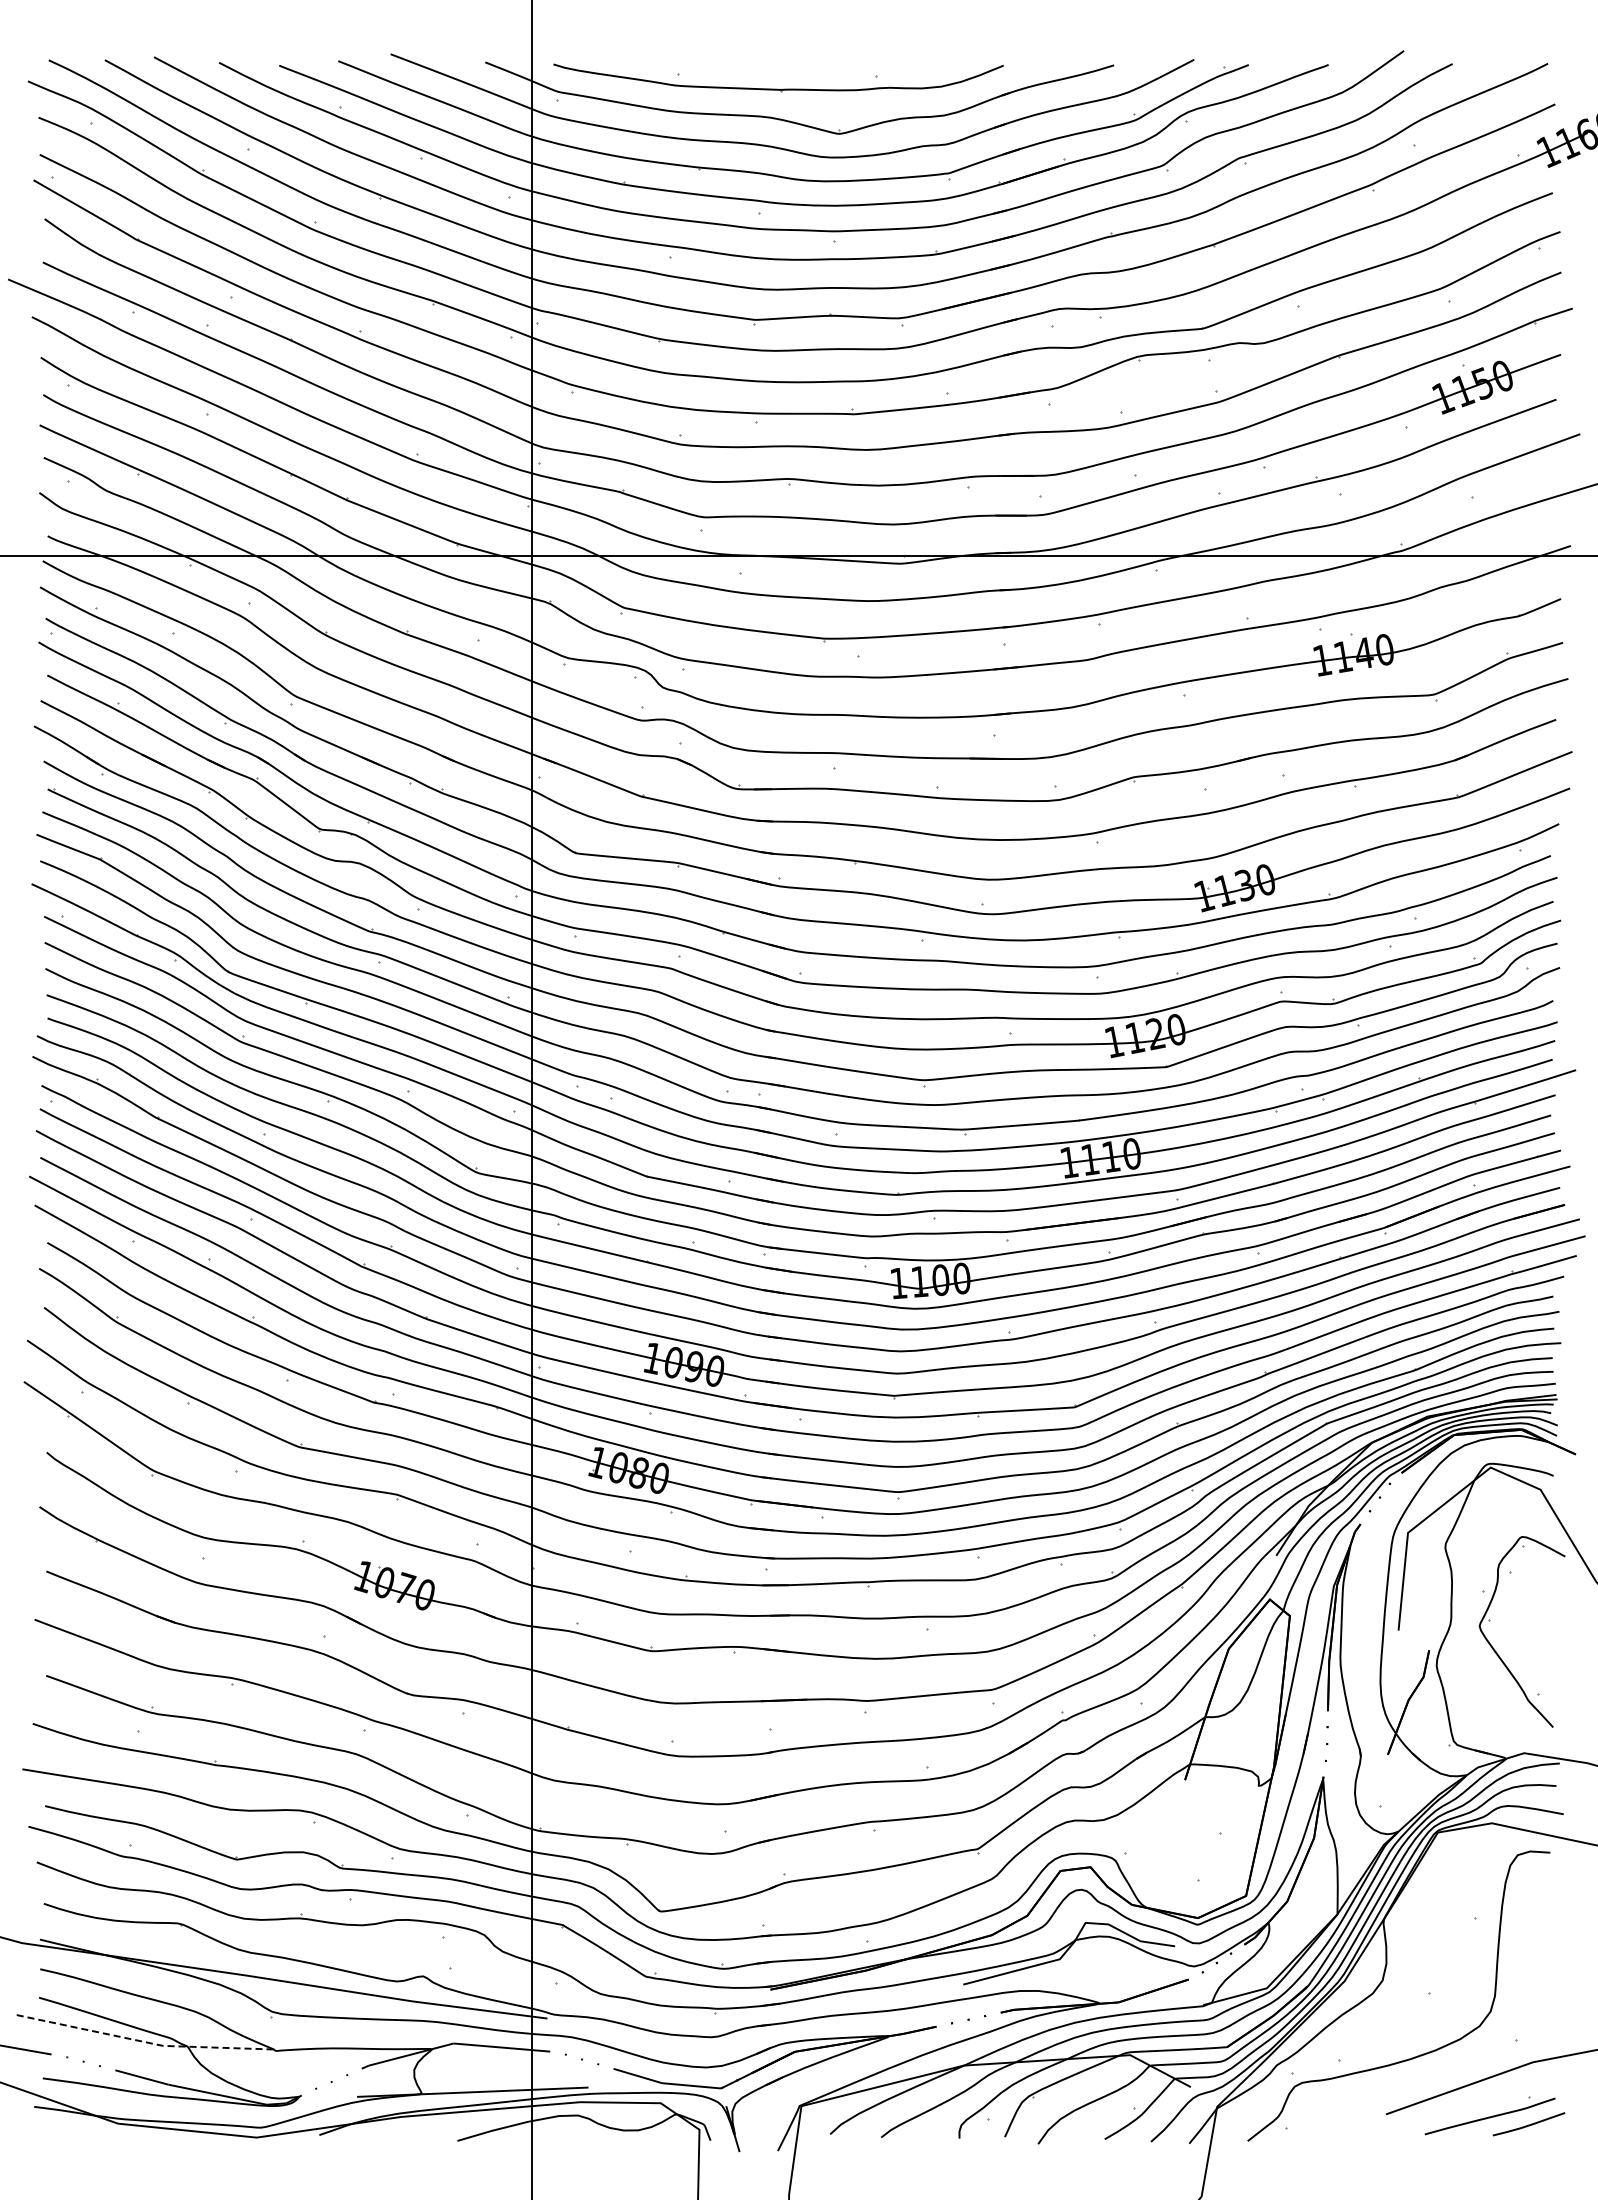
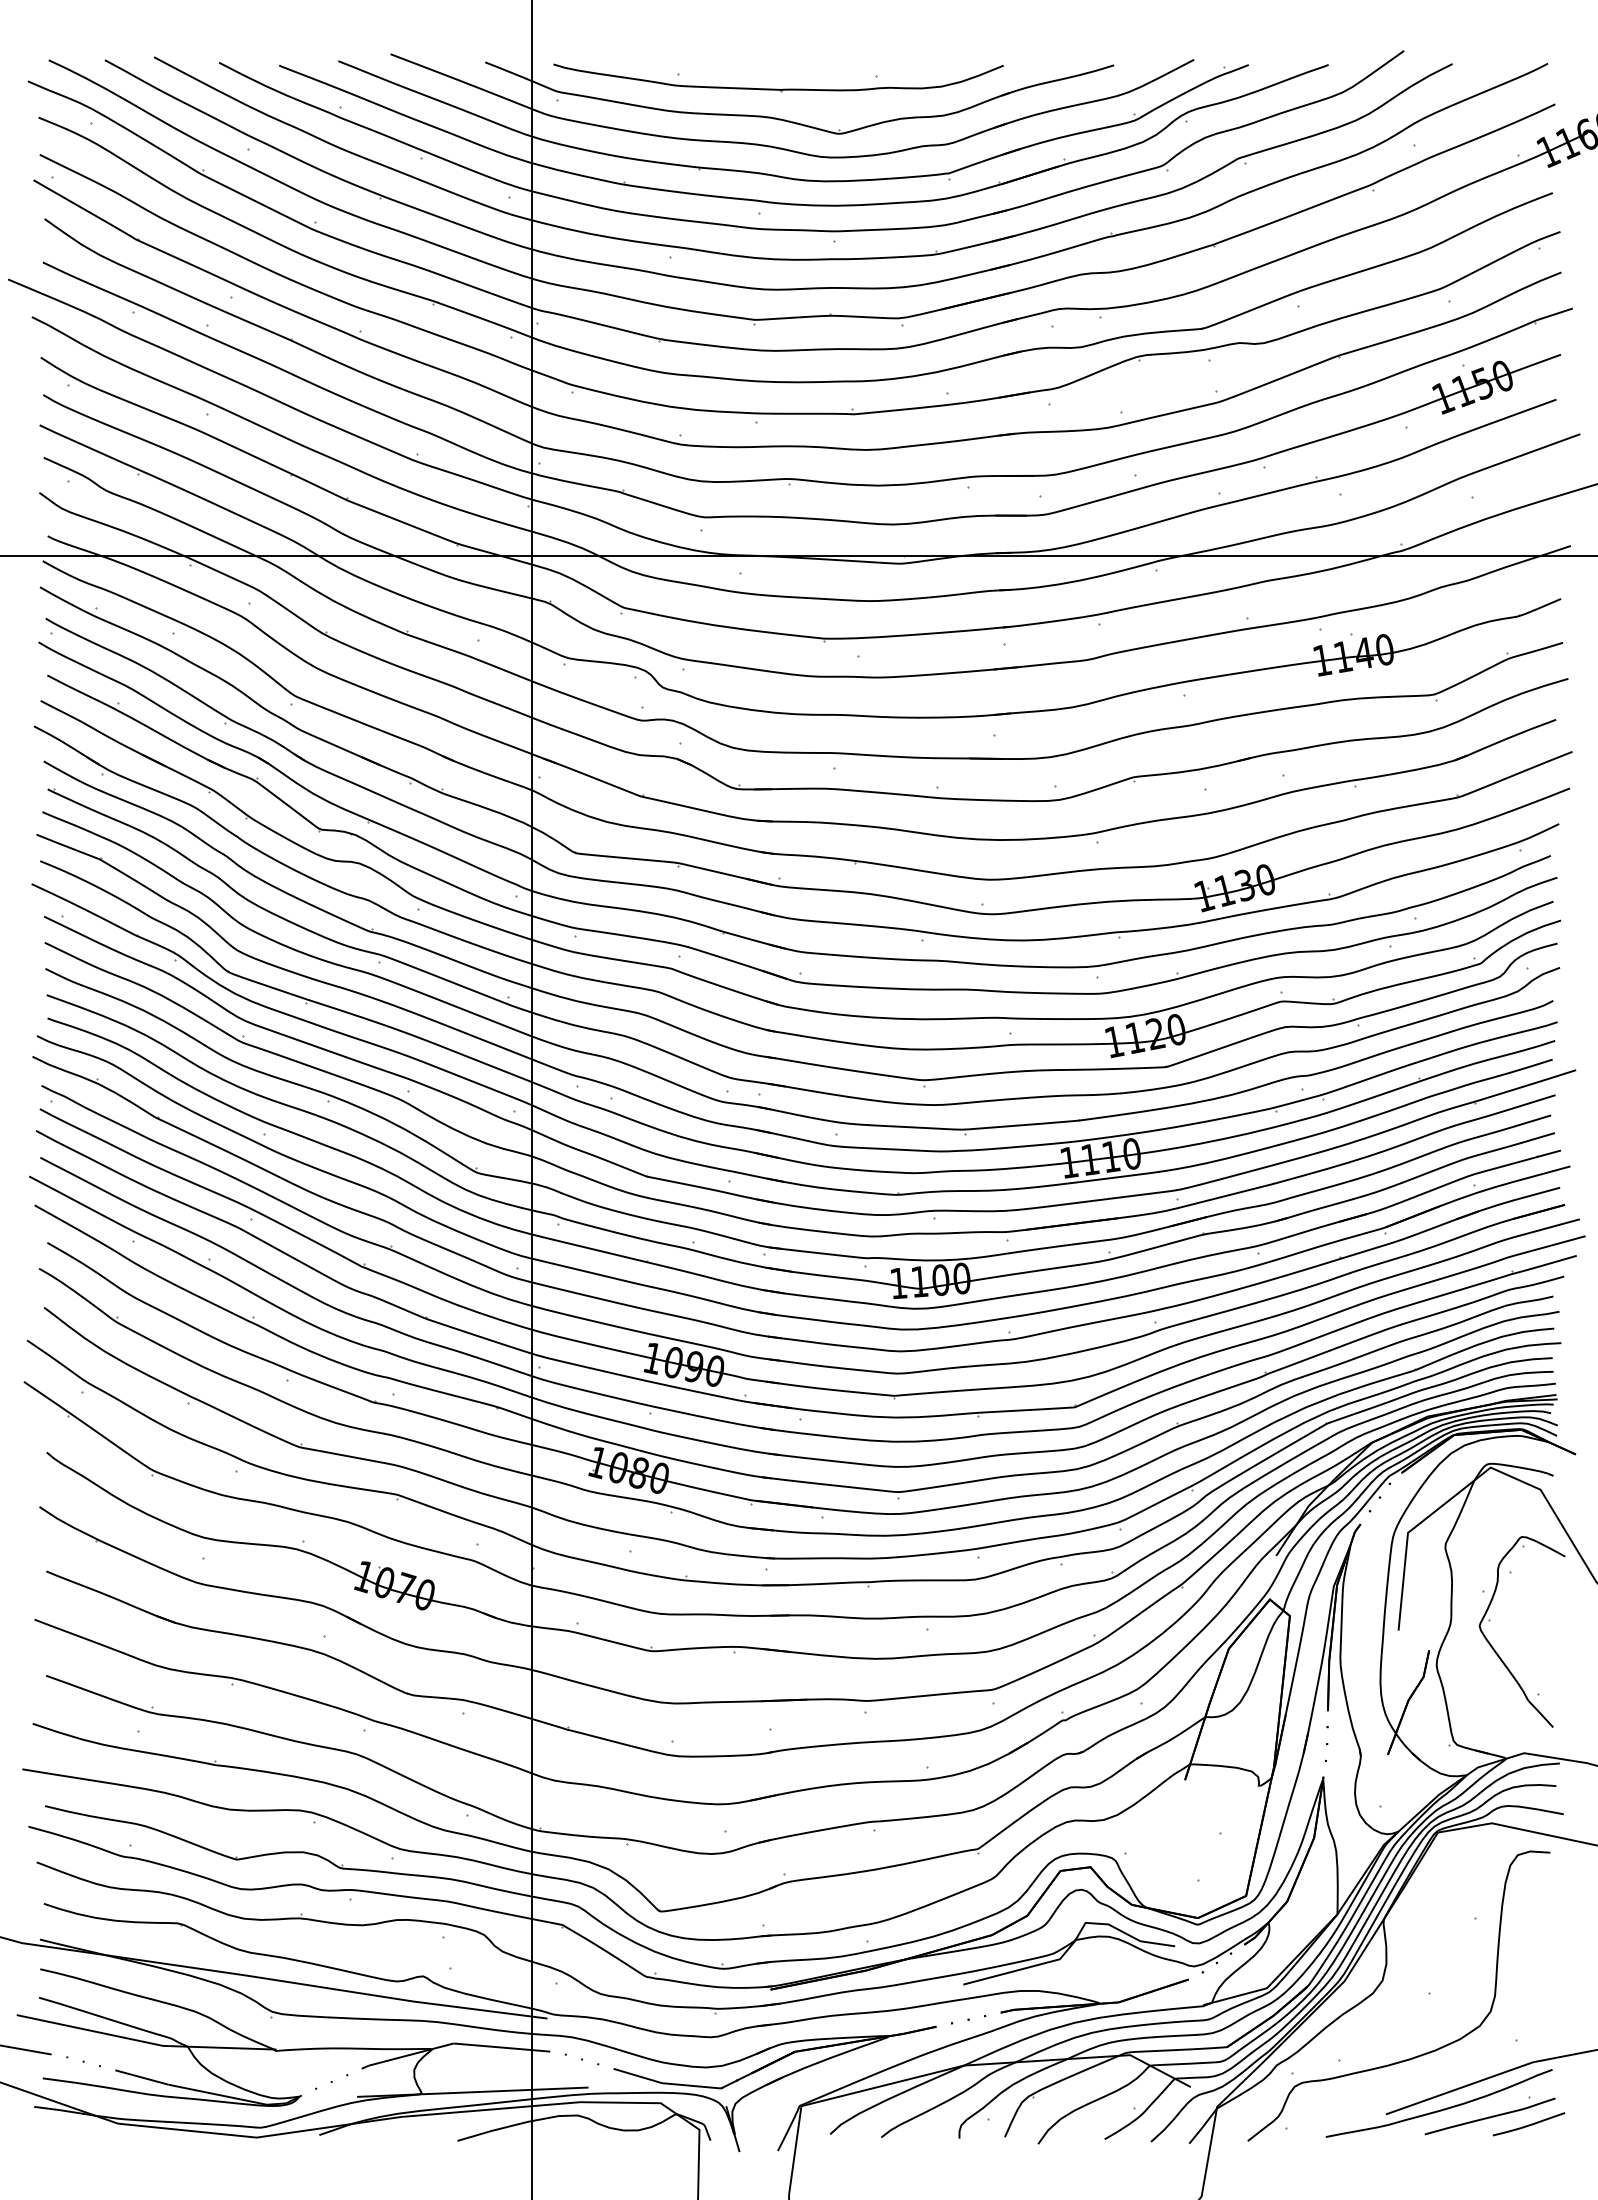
line at (146, 2042): dashed -> solid
curve at (1440, 2109): none -> present
